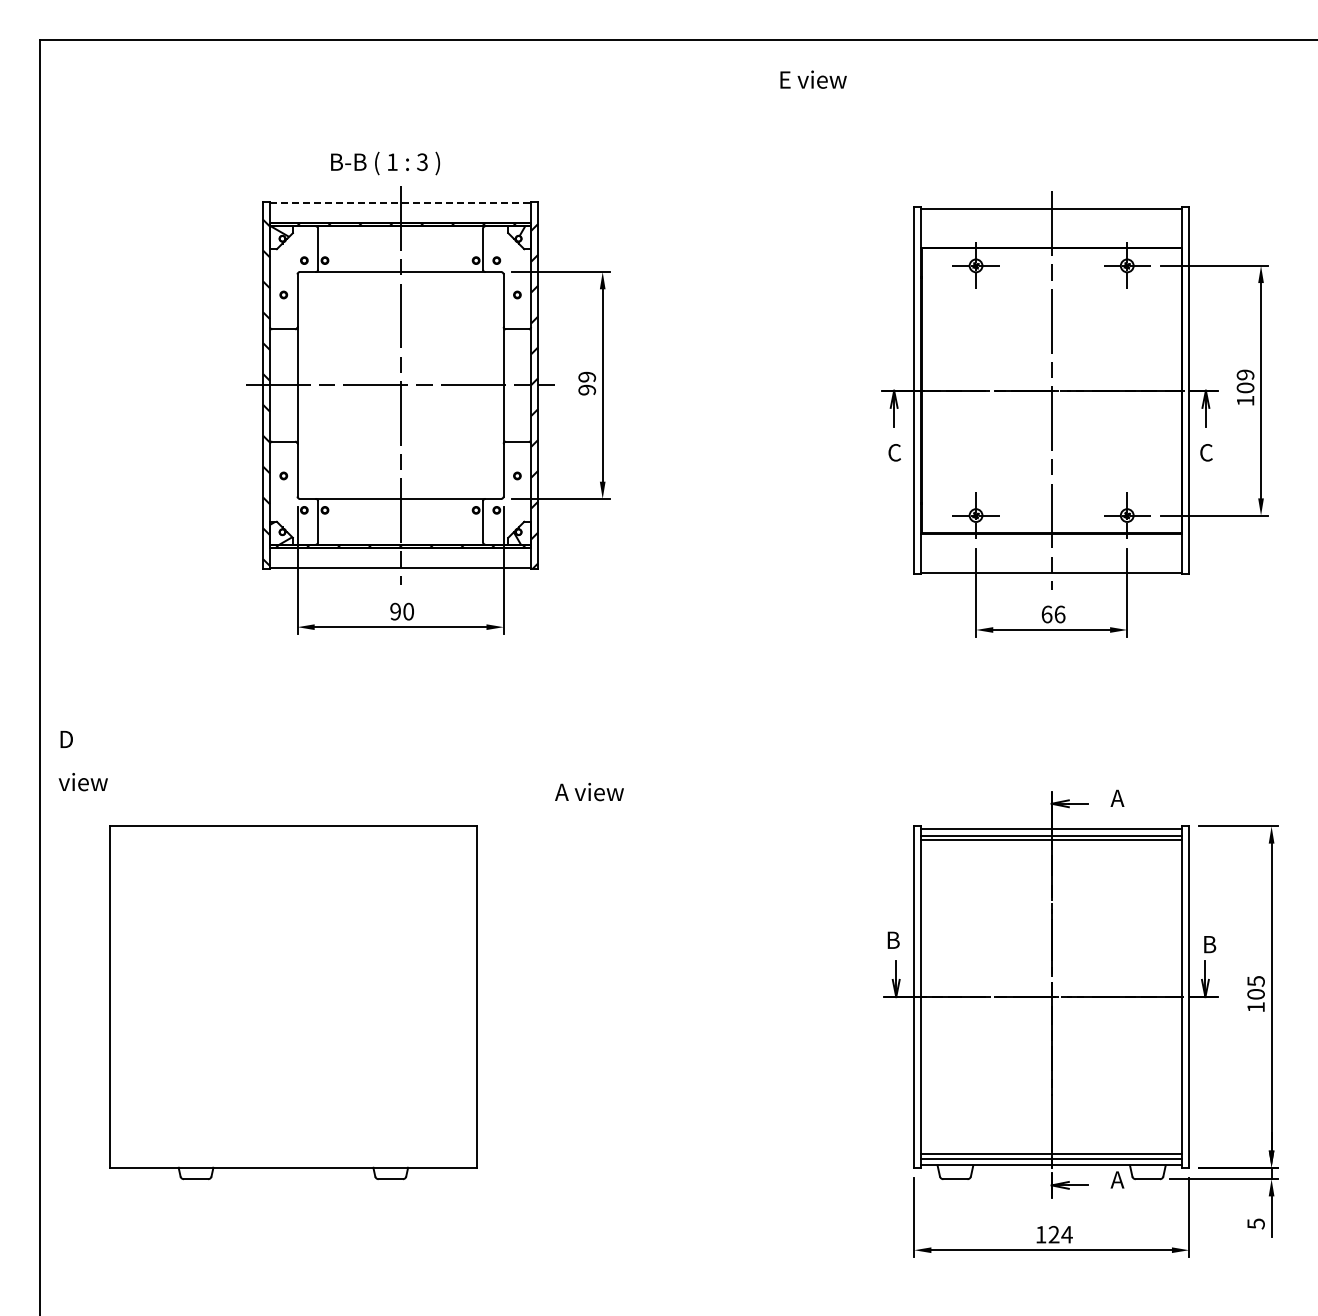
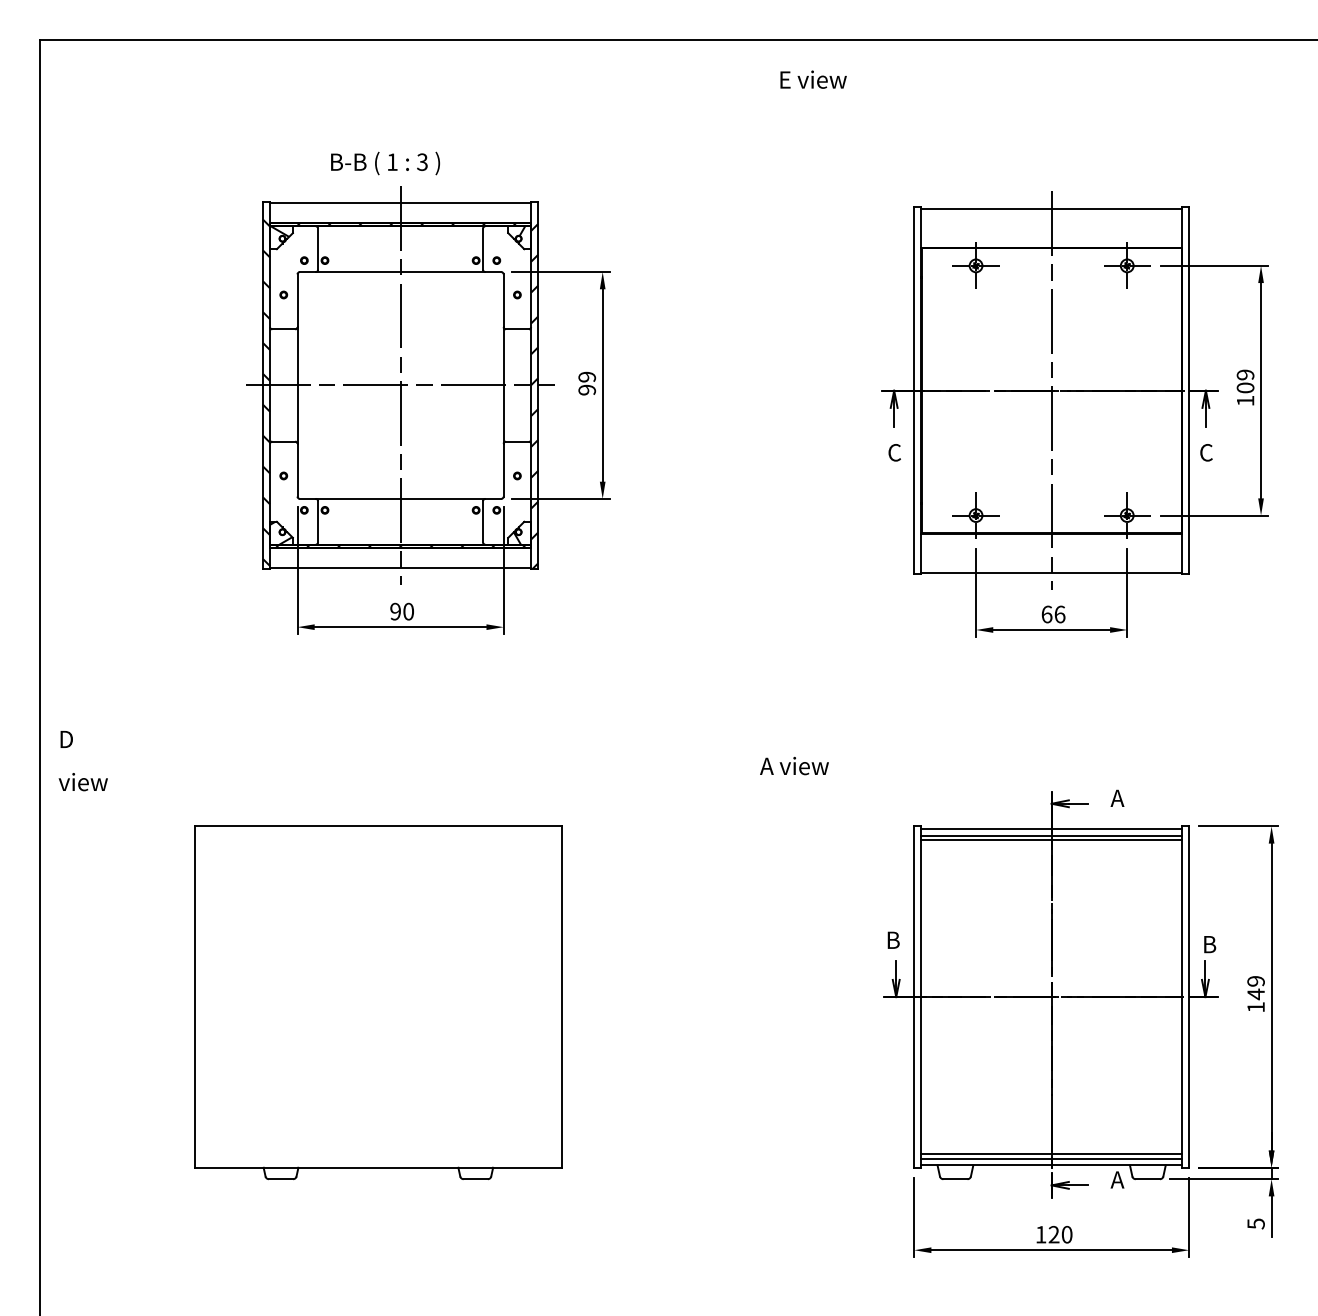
line at (400, 203): dashed -> solid
text at (589, 791) position: (589, 791) -> (794, 765)
text at (1255, 988): 105 -> 149
part at (293, 1002) position: (293, 1002) -> (378, 1002)
text at (1066, 1234): 124 -> 120
